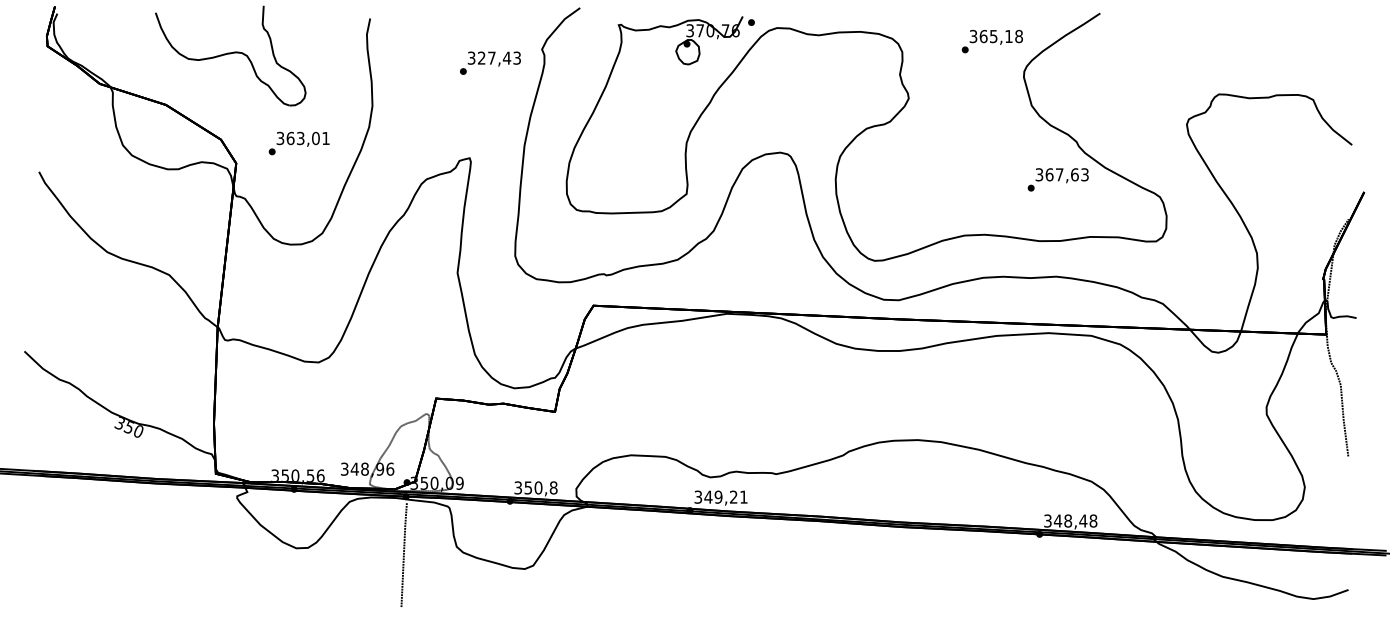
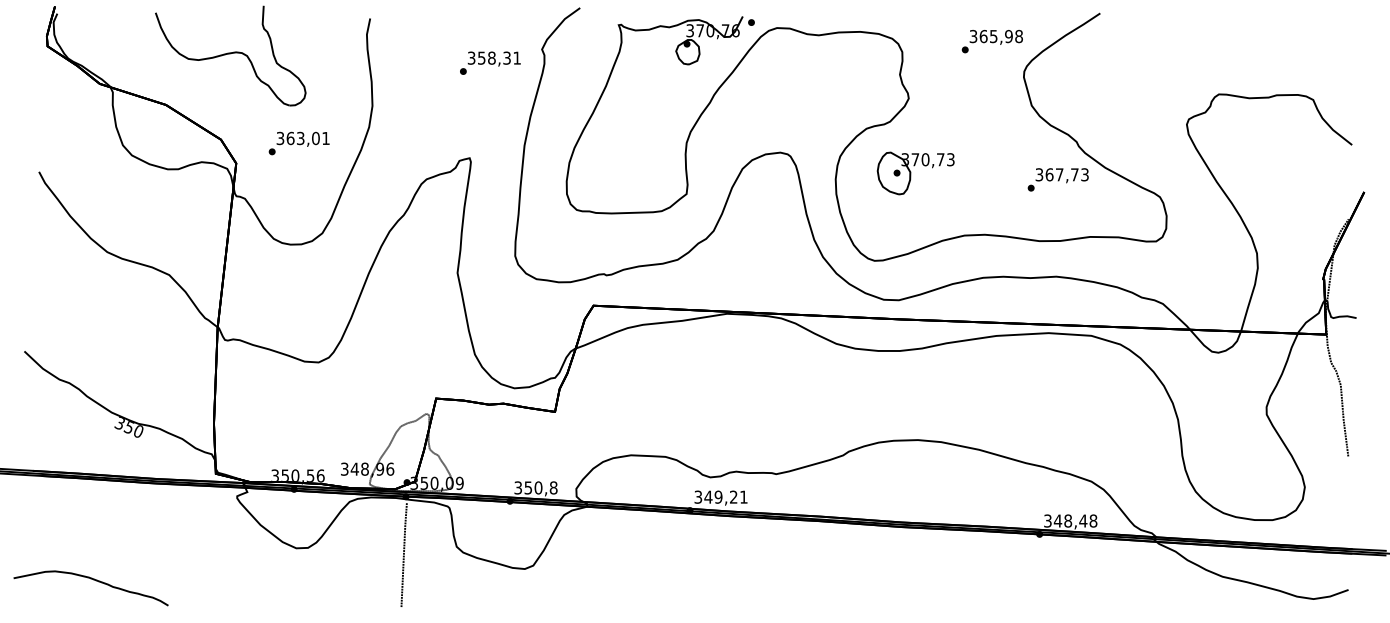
text at (1008, 36): 365,18 -> 365,98
text at (499, 57): 327,43 -> 358,31
part at (915, 173): none -> present
text at (1074, 174): 367,63 -> 367,73
part at (93, 580): none -> present
